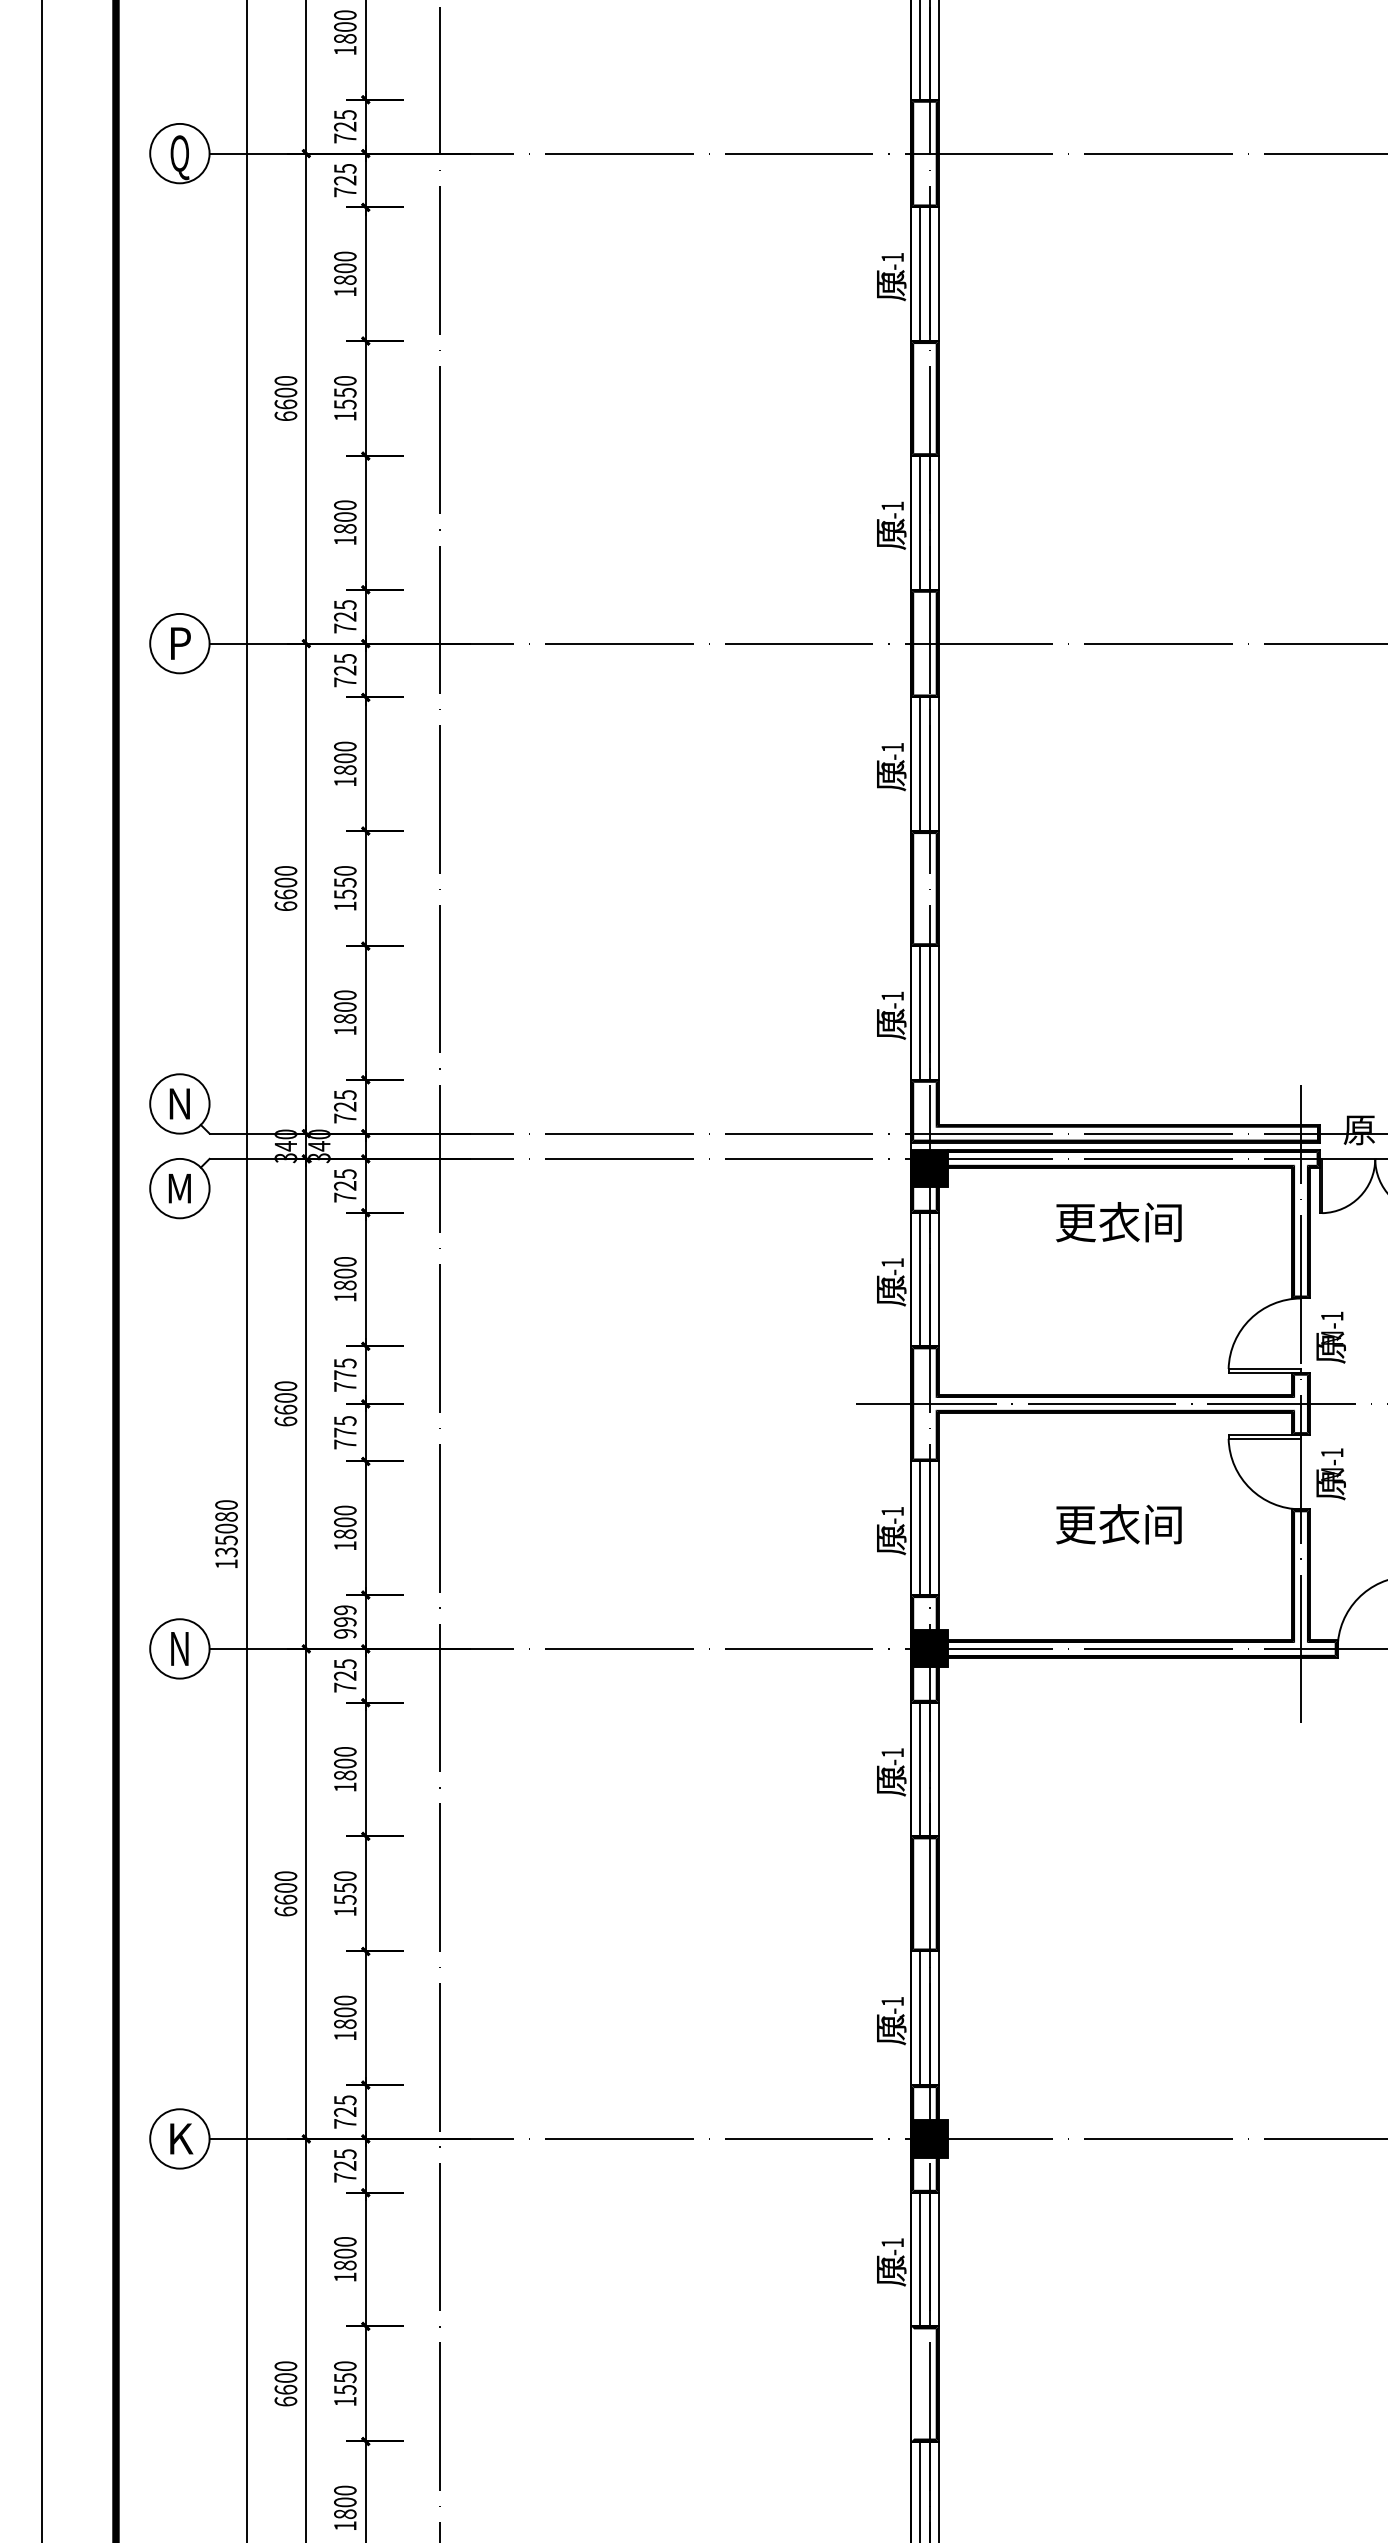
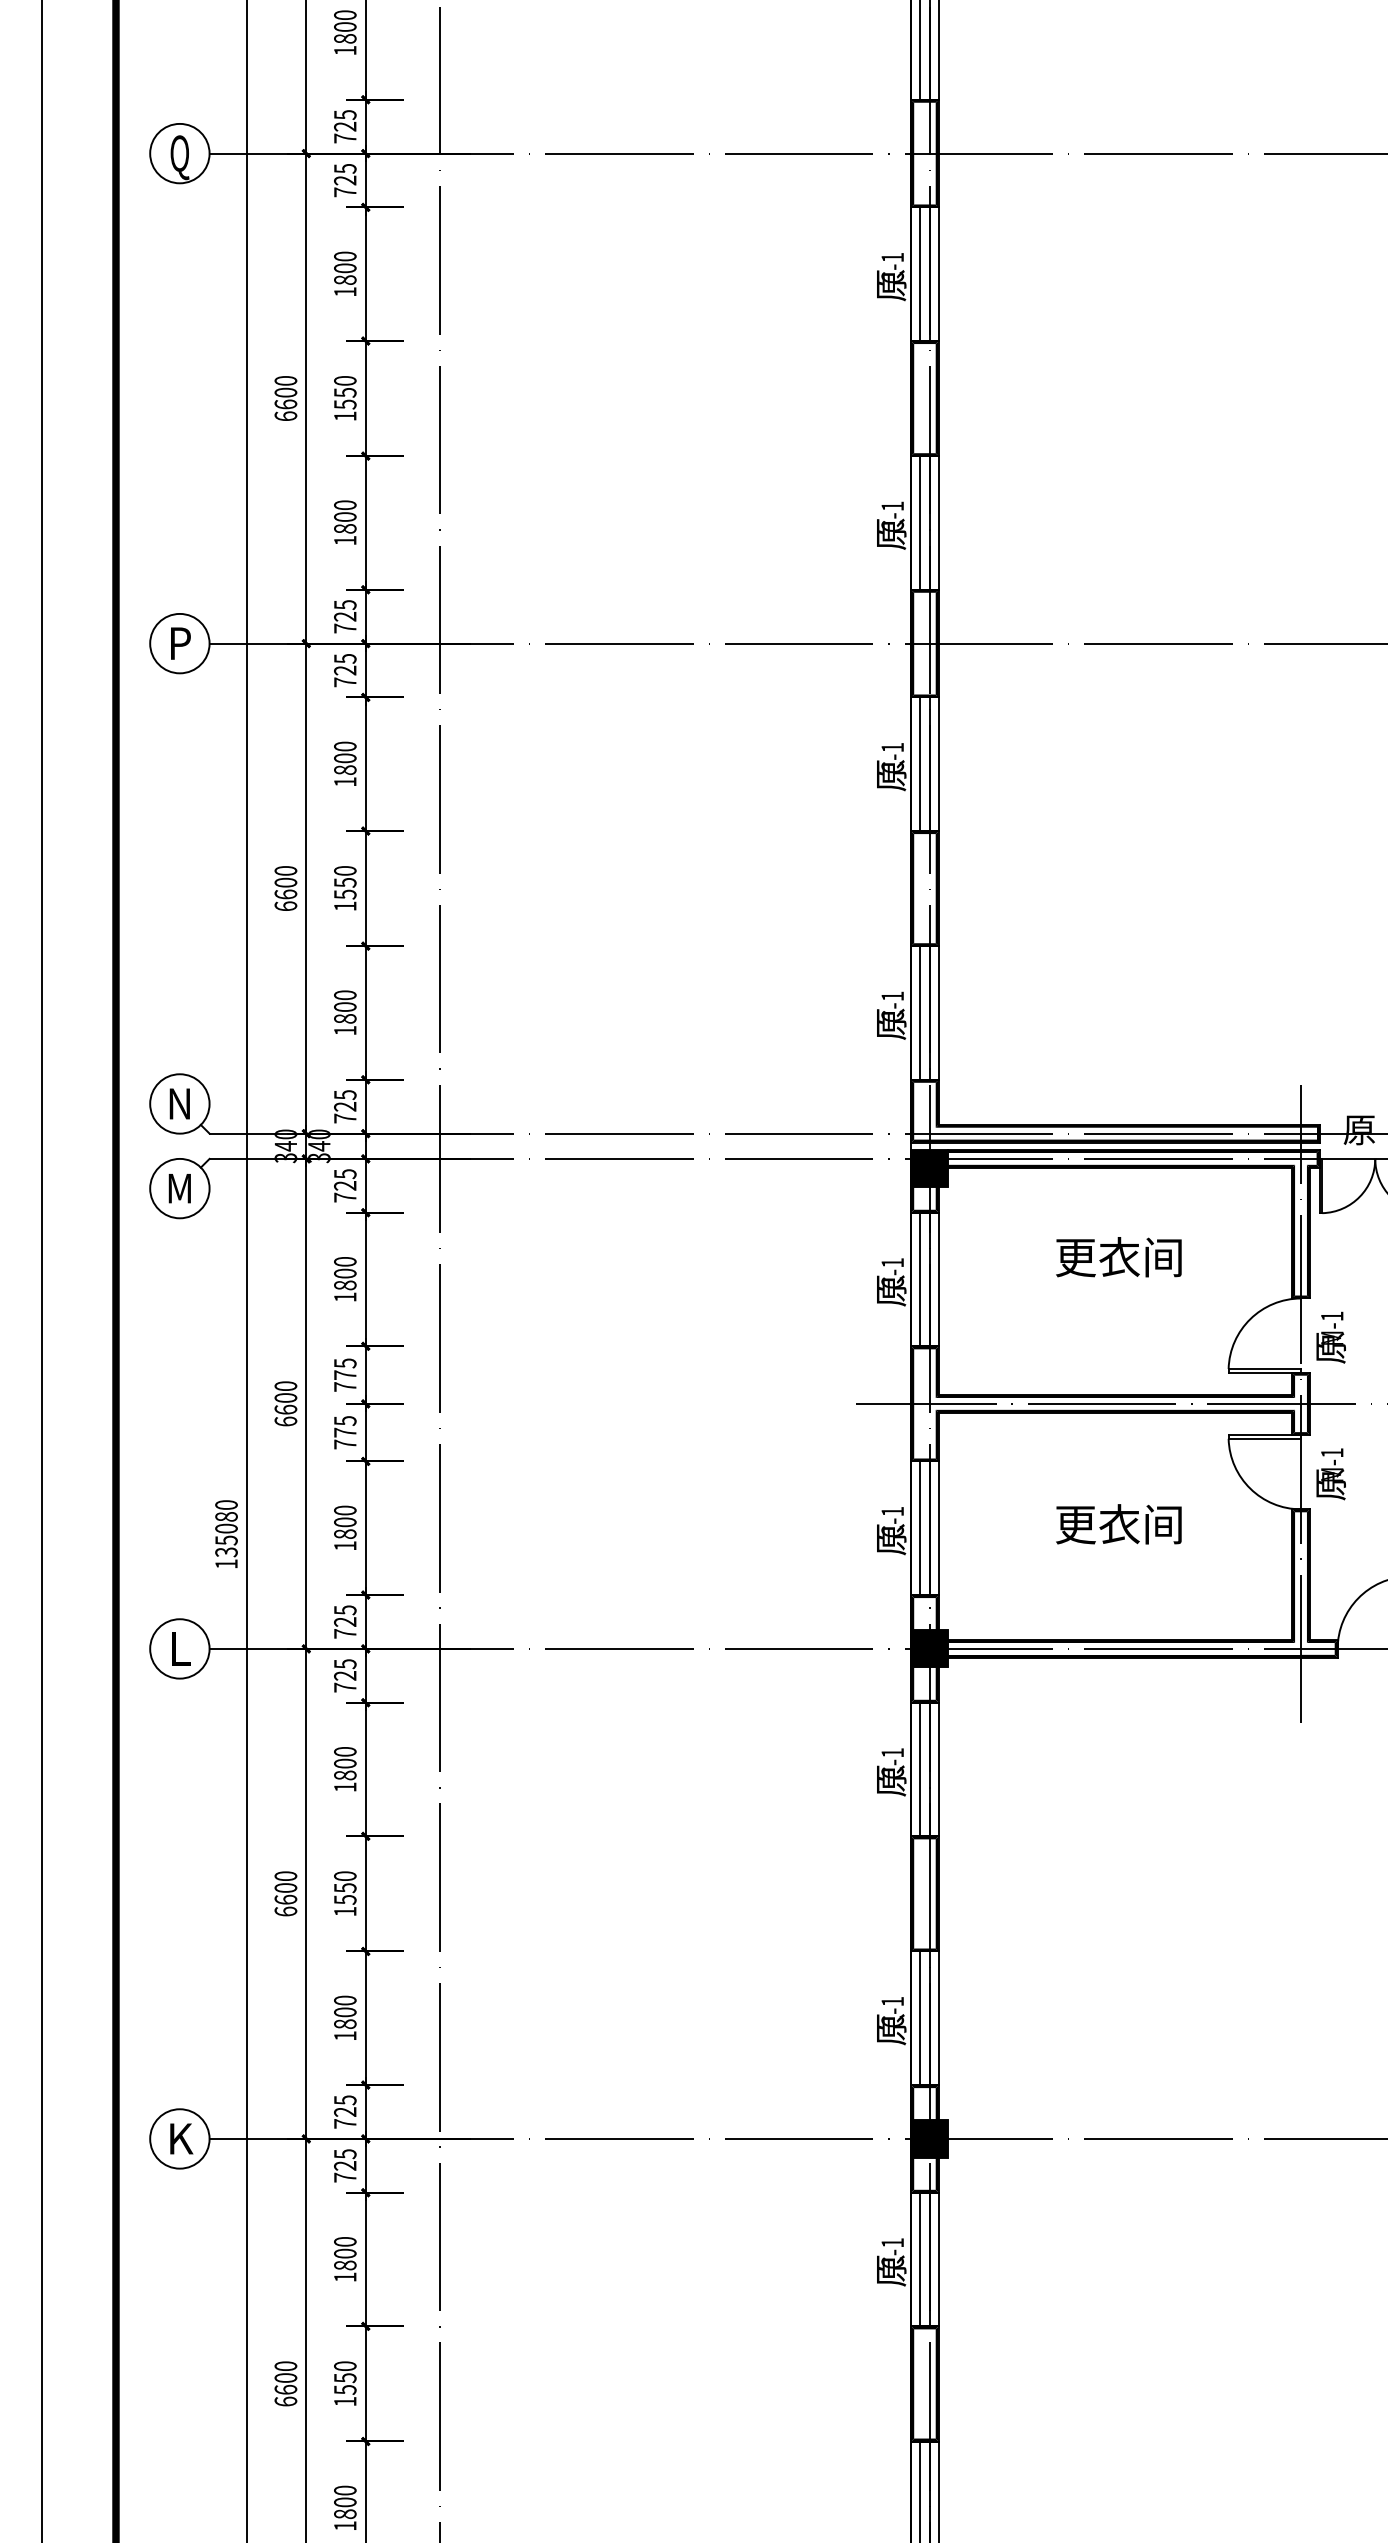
text at (1118, 1222) position: (1118, 1222) -> (1118, 1257)
text at (345, 1621): 999 -> 725
text at (180, 1648): N -> L
fill at (912, 2383): none -> present
